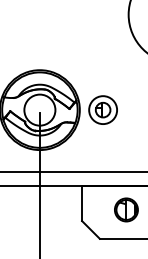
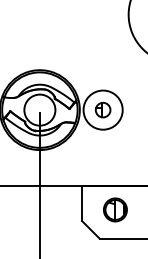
circle at (103, 110) diameter: 28 px -> 39 px
line at (73, 172): present -> none
part at (126, 209) position: (126, 209) -> (115, 209)
